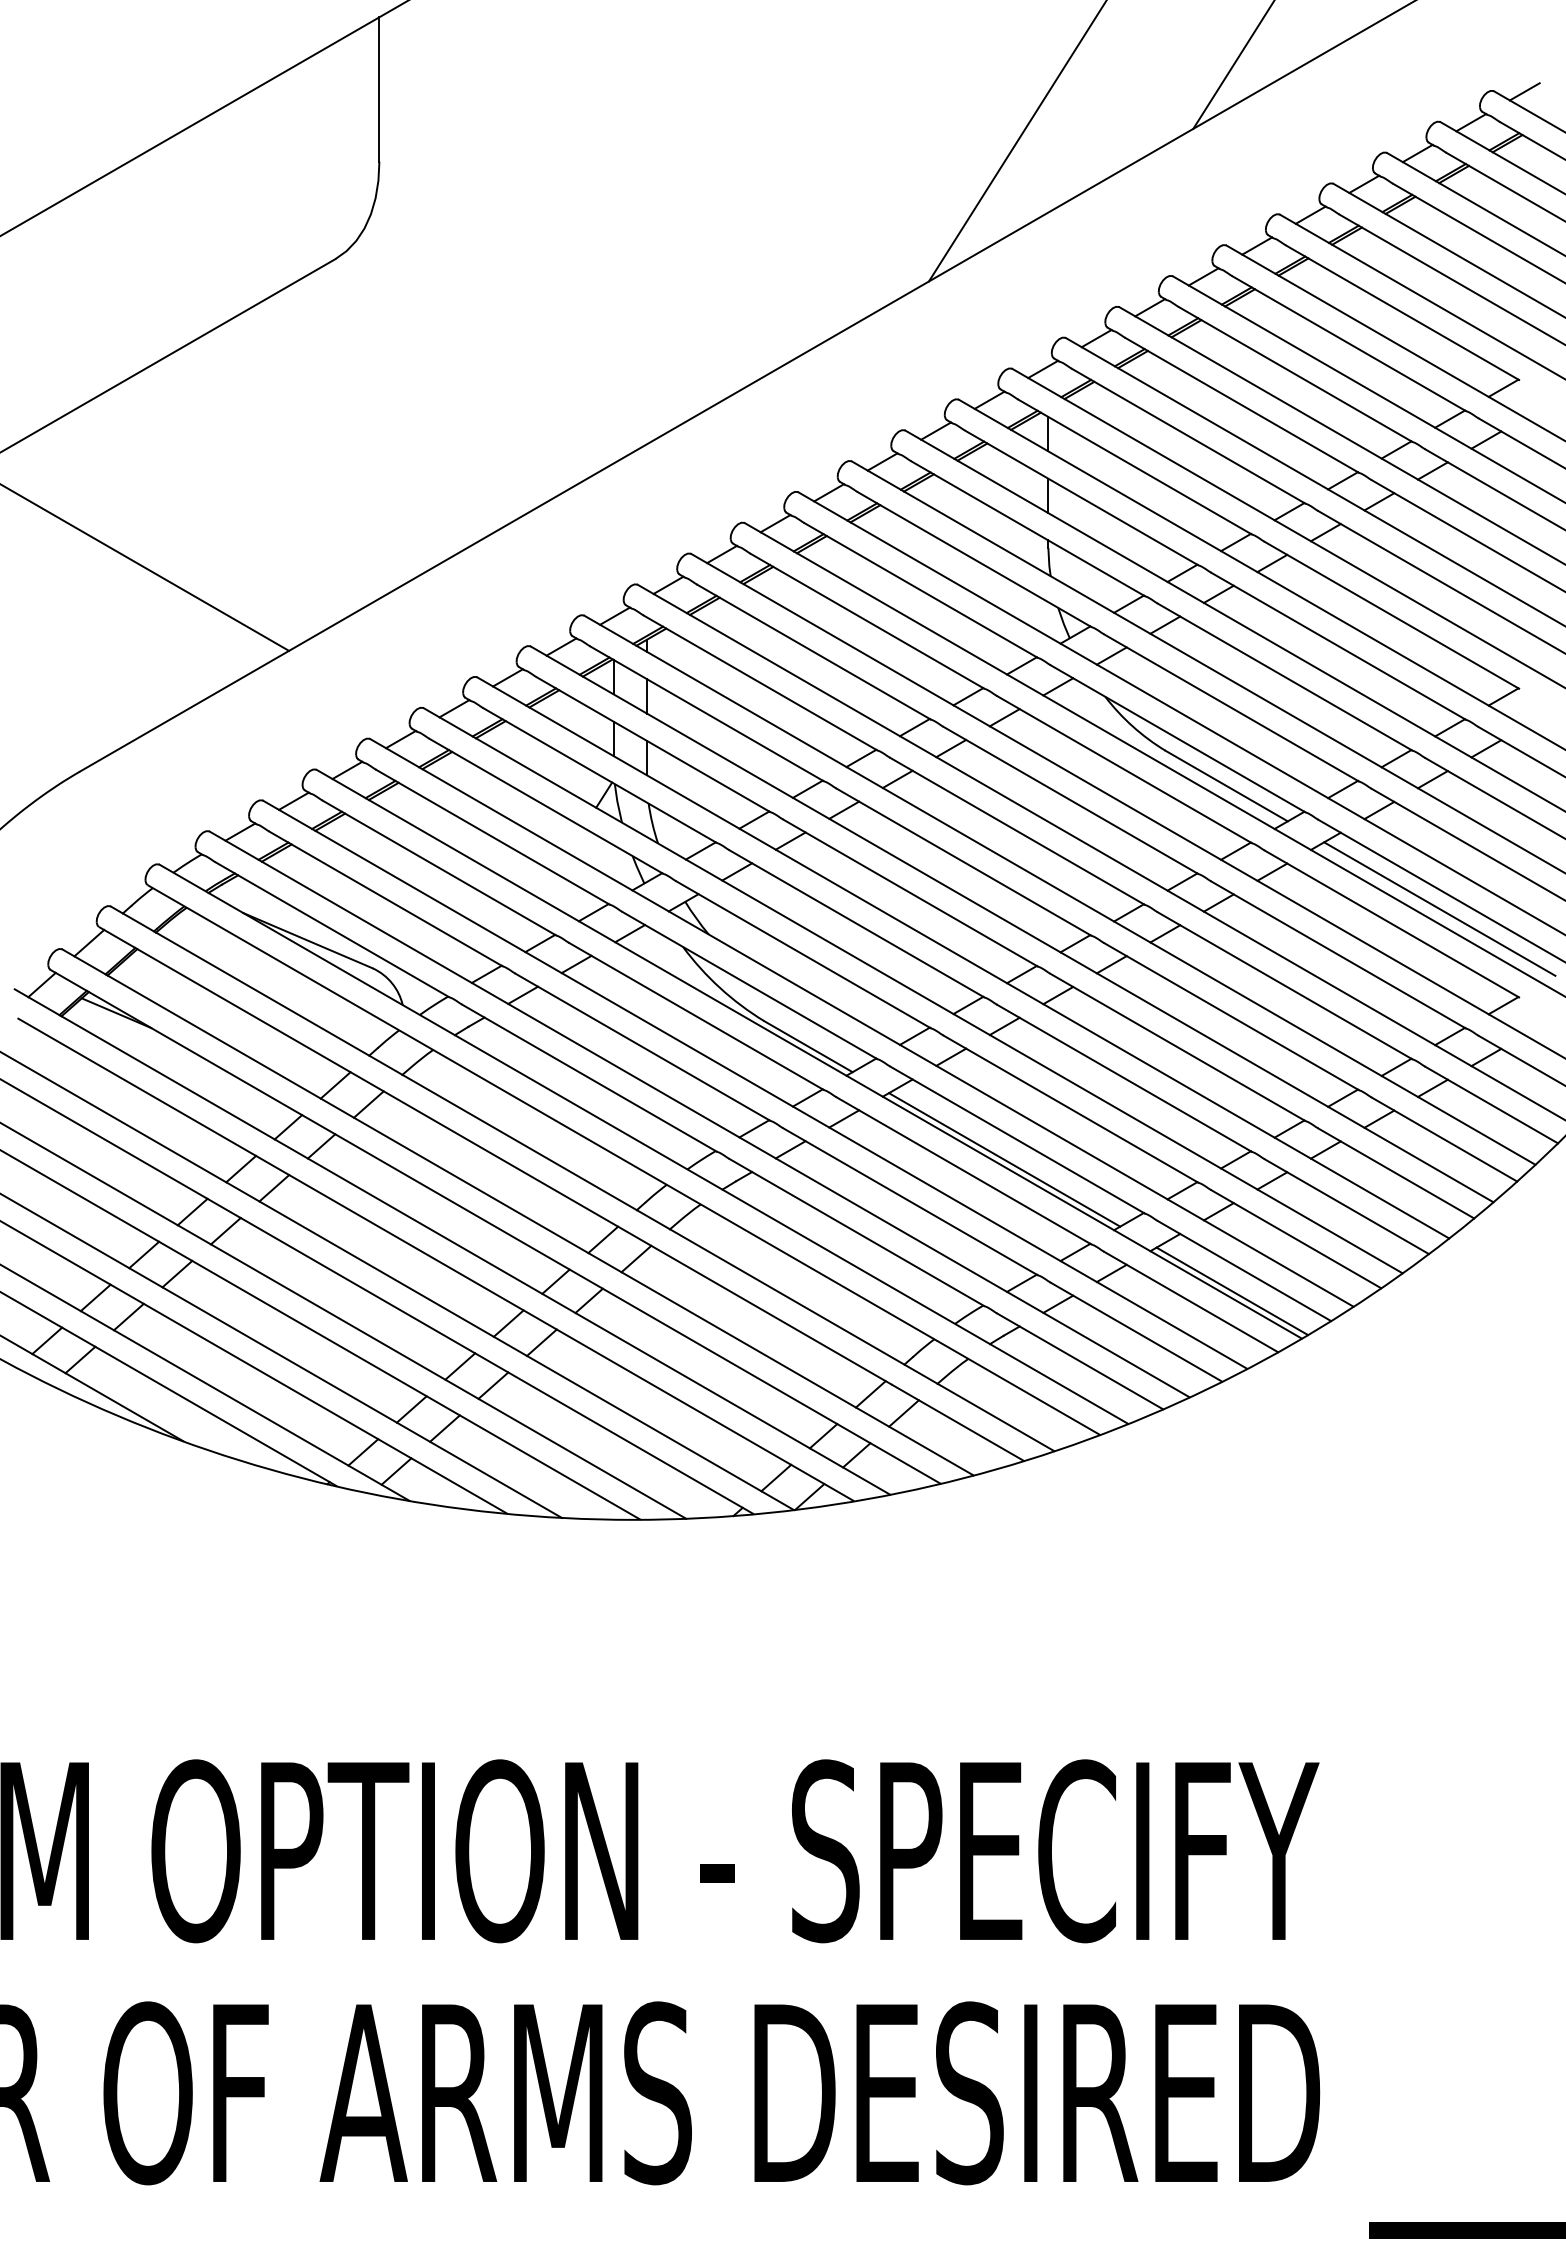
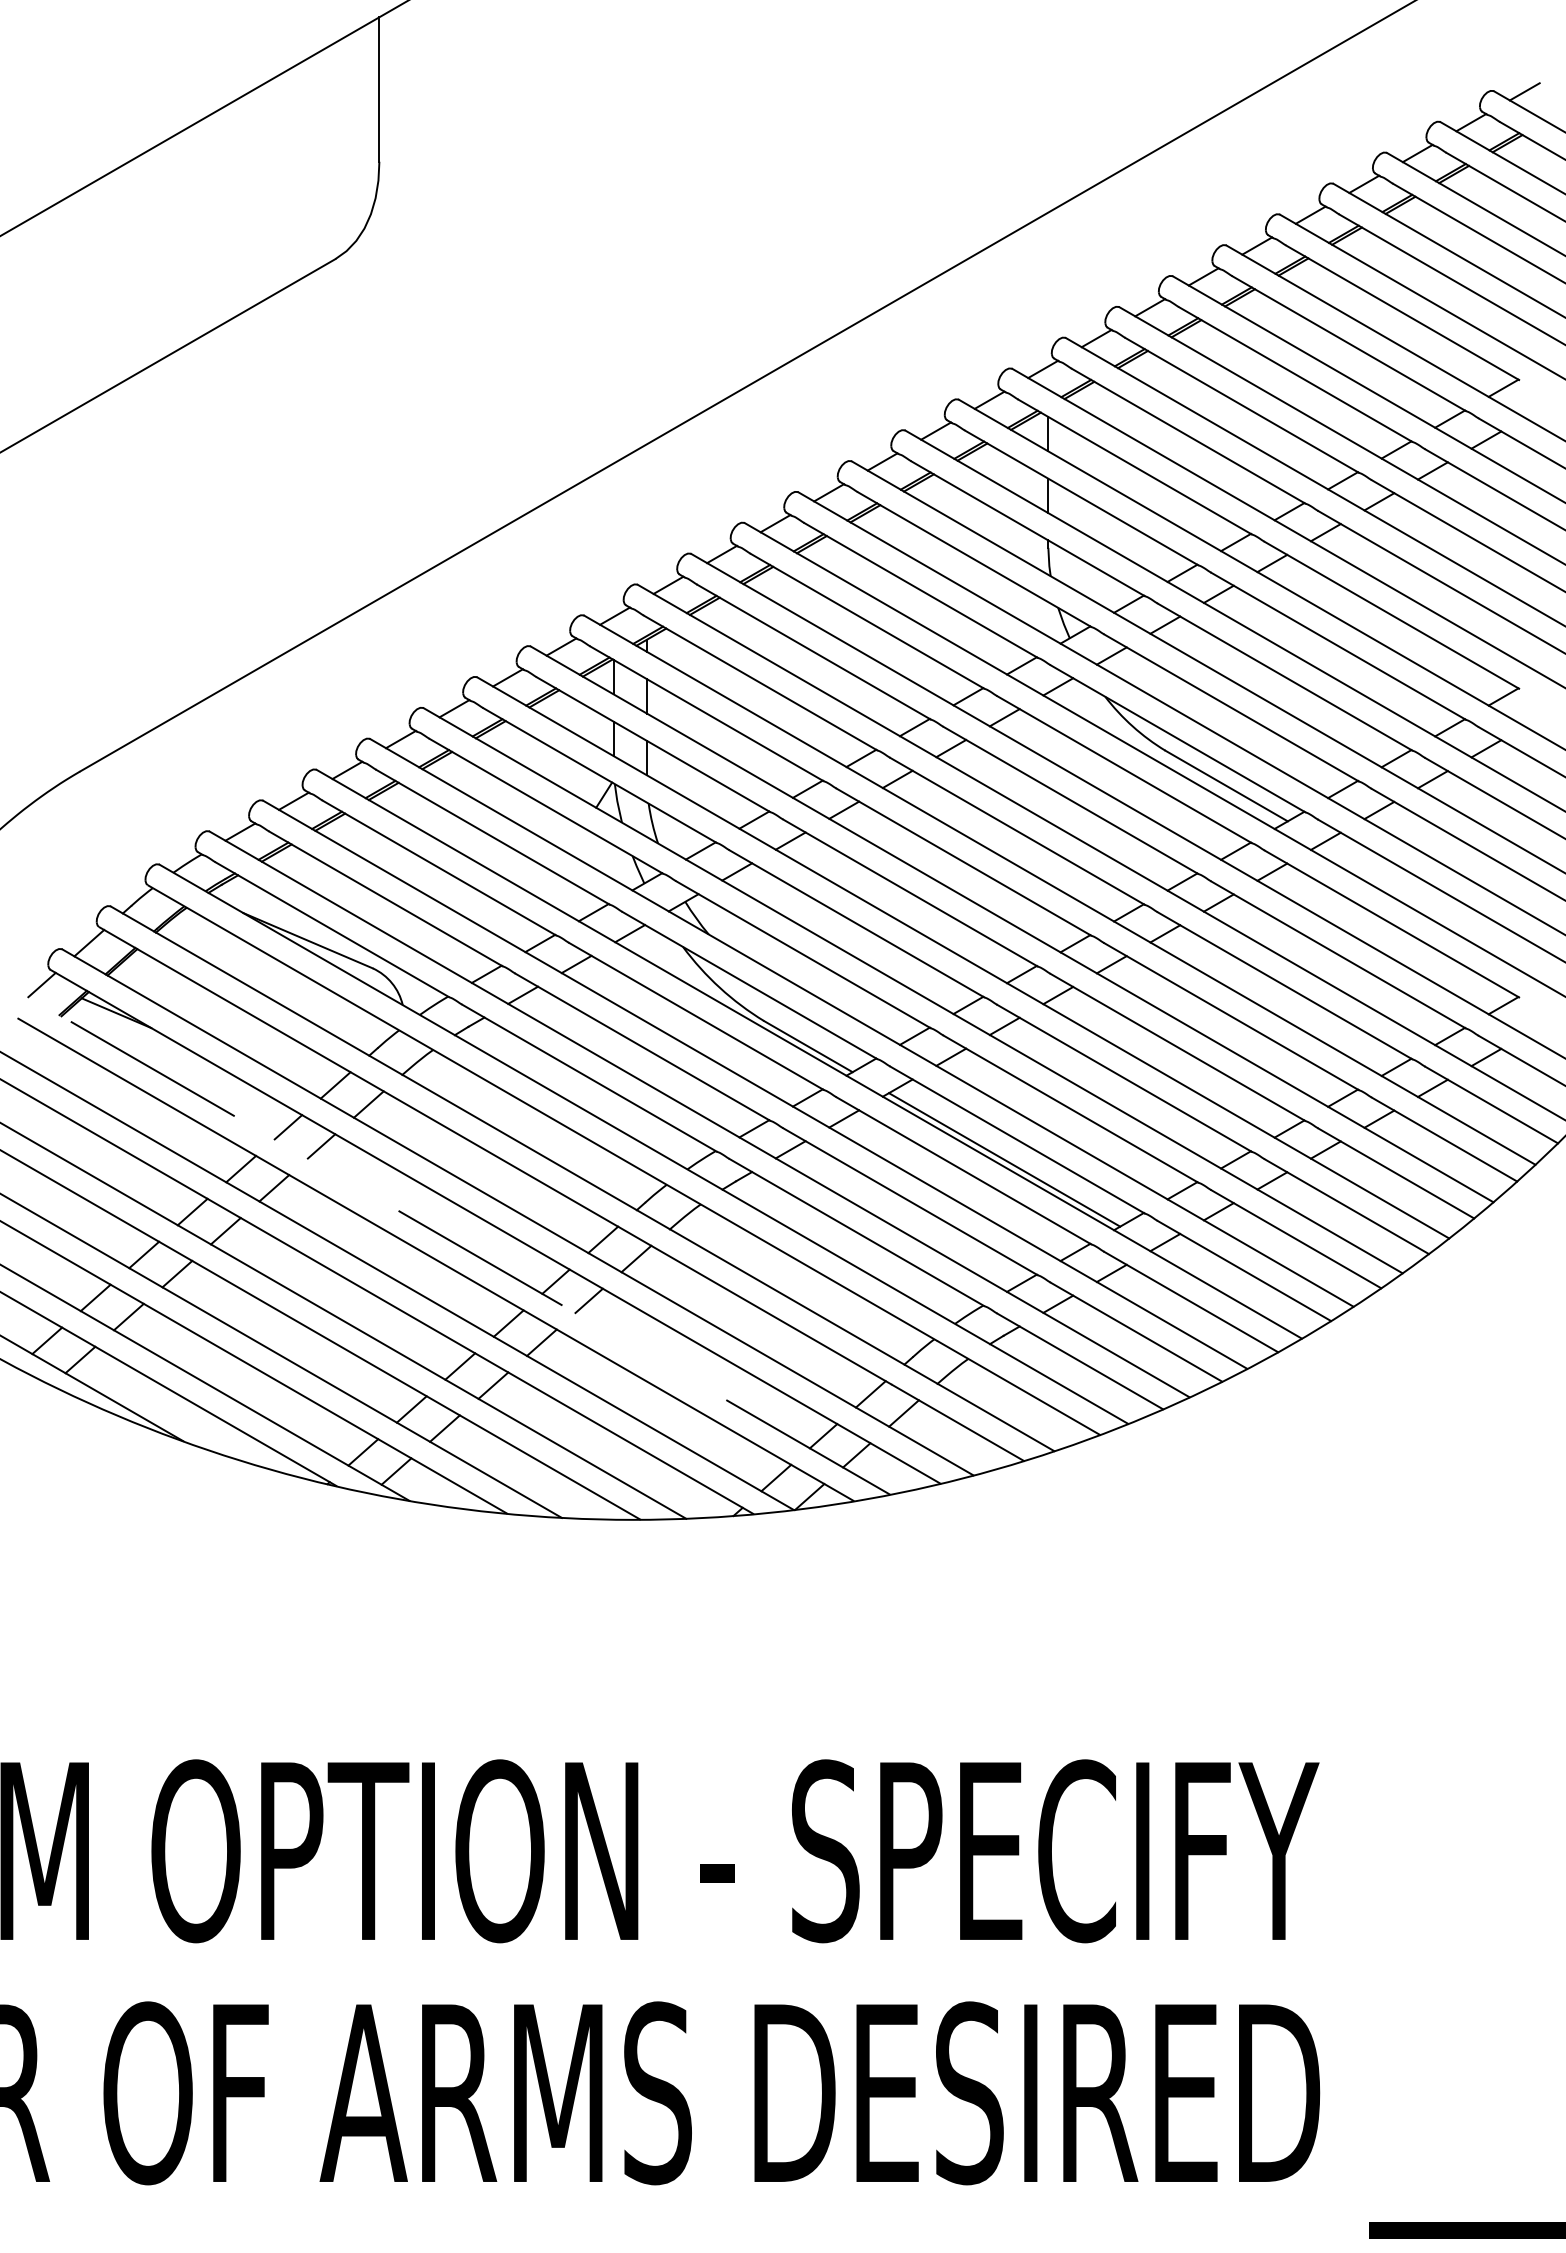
line at (1233, 65): present -> none
line at (1016, 141): present -> none
line at (145, 567): present -> none
line at (1439, 908): present -> none
line at (452, 1241): solid -> dashed
line at (1231, 1291): present -> none
